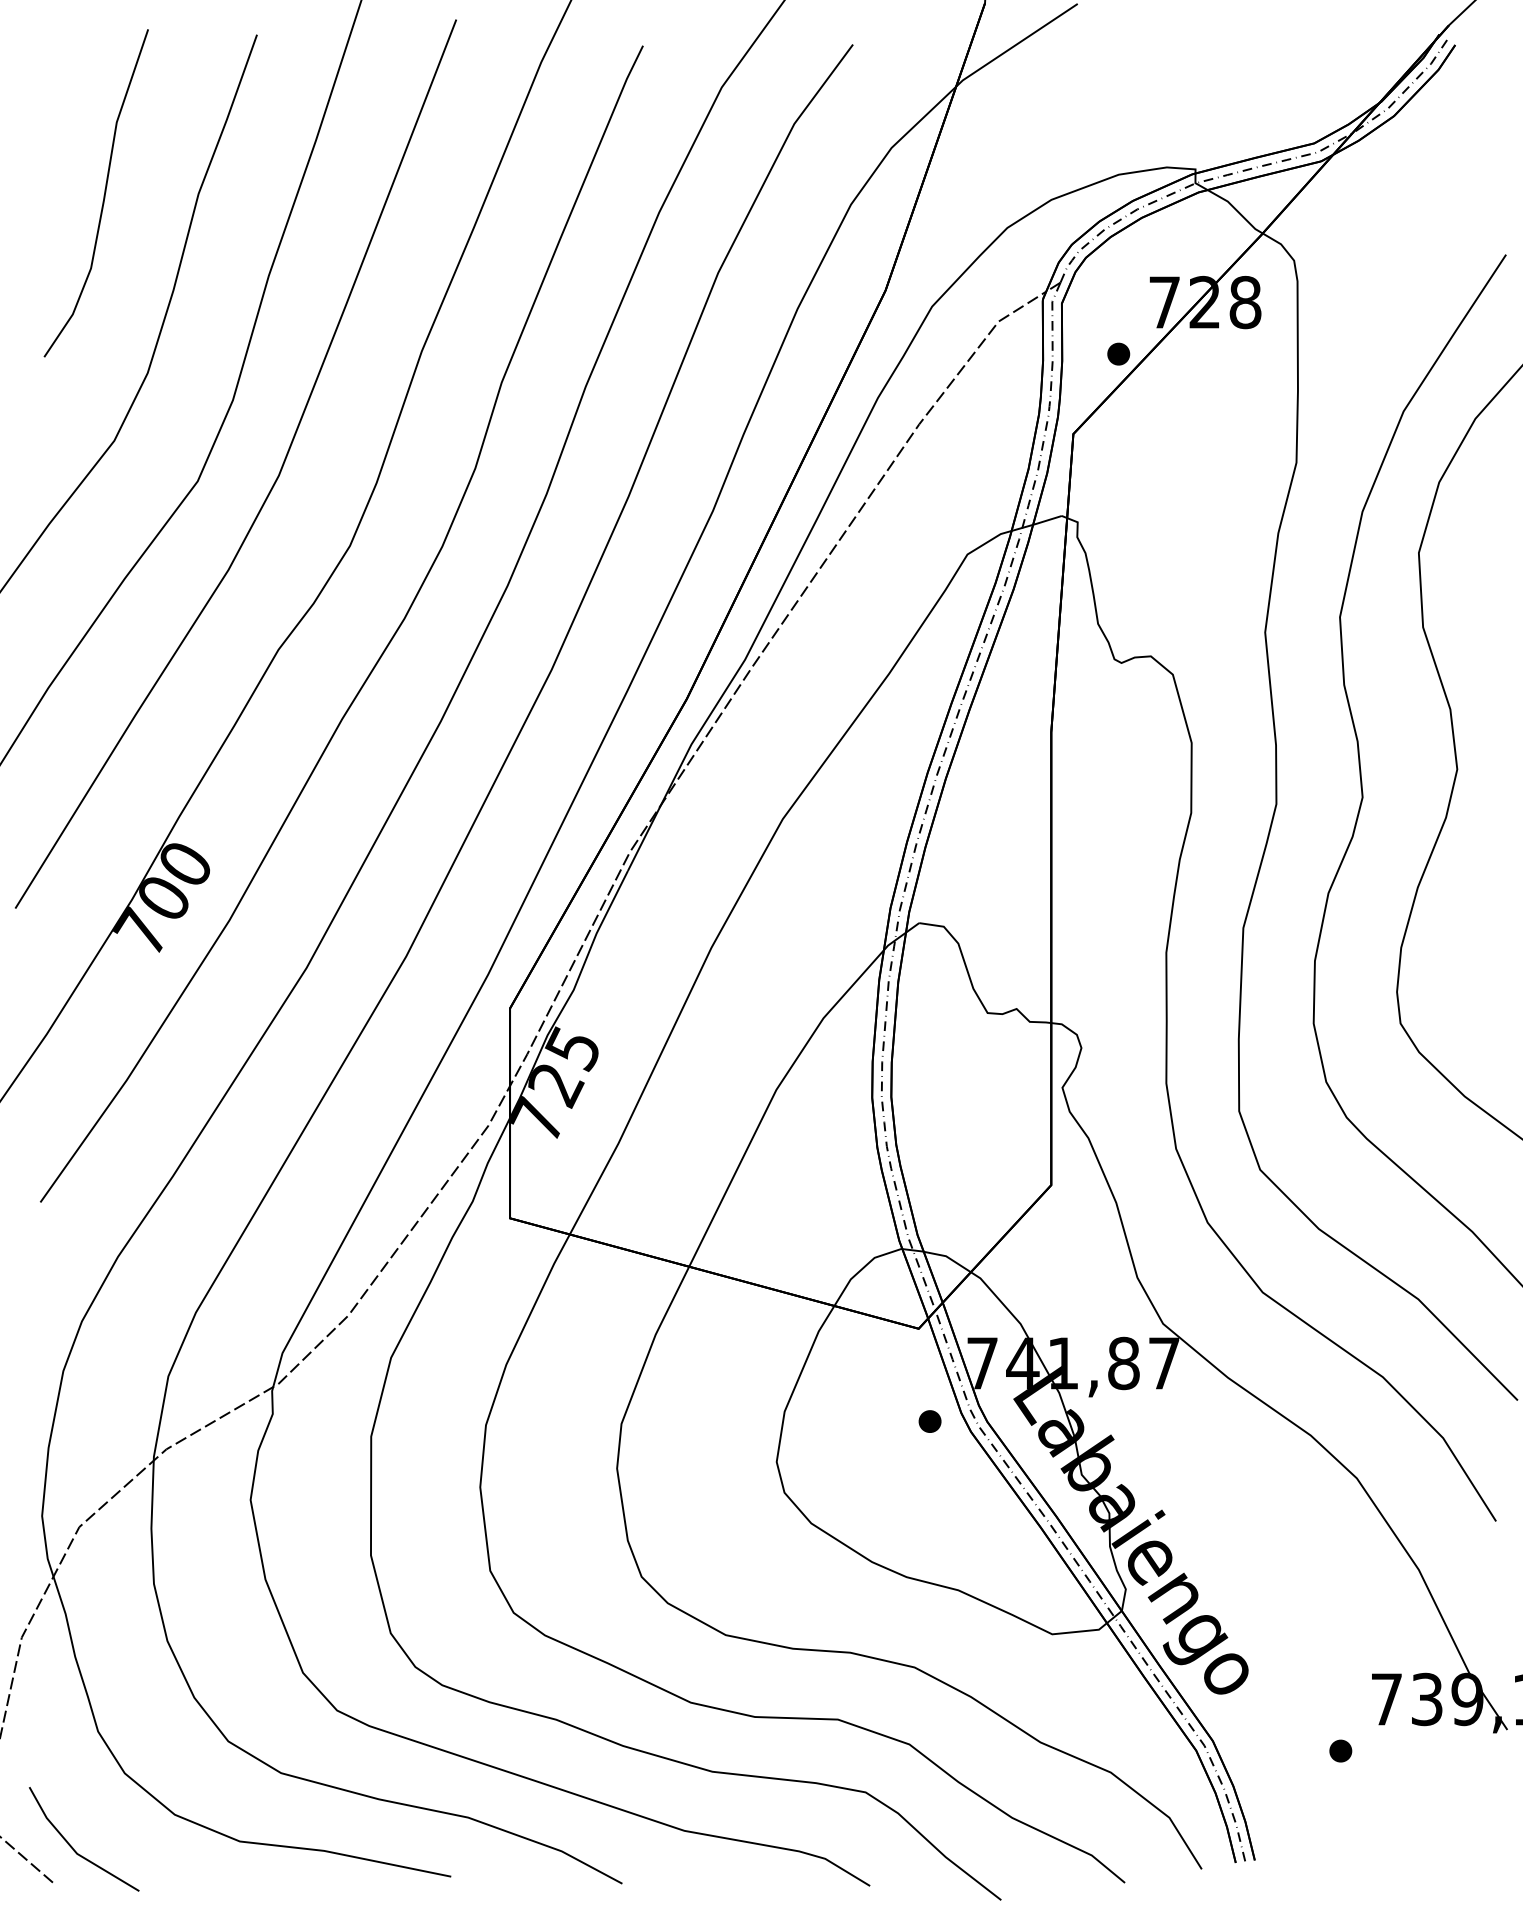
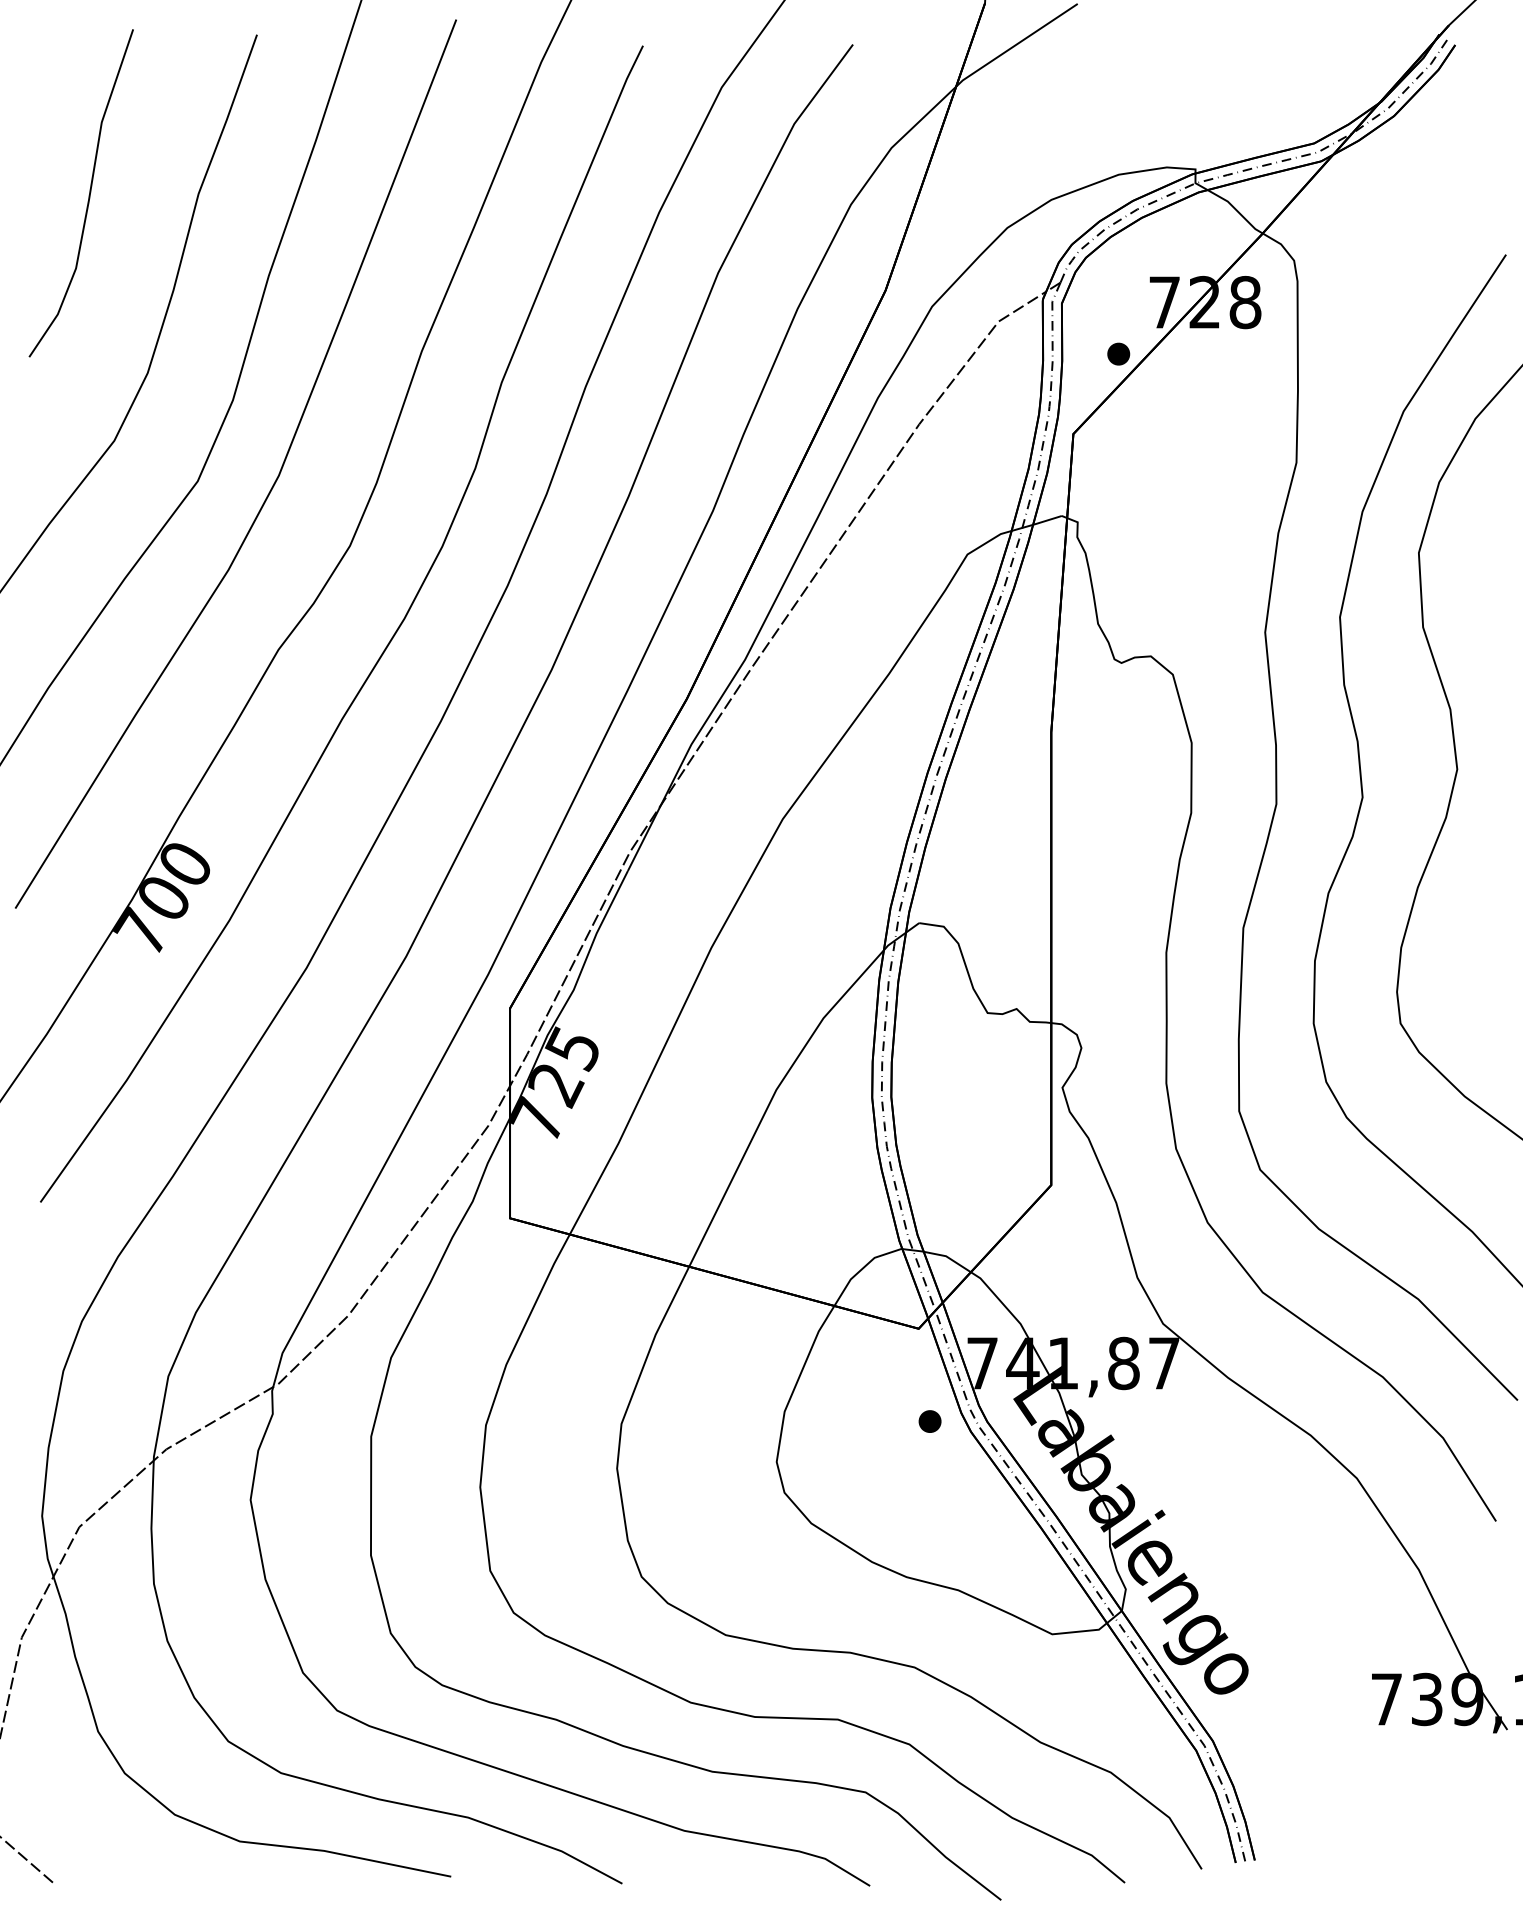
curve at (103, 195) position: (103, 195) -> (88, 195)
part at (1340, 1750): present -> none
line at (73, 1847): present -> none
